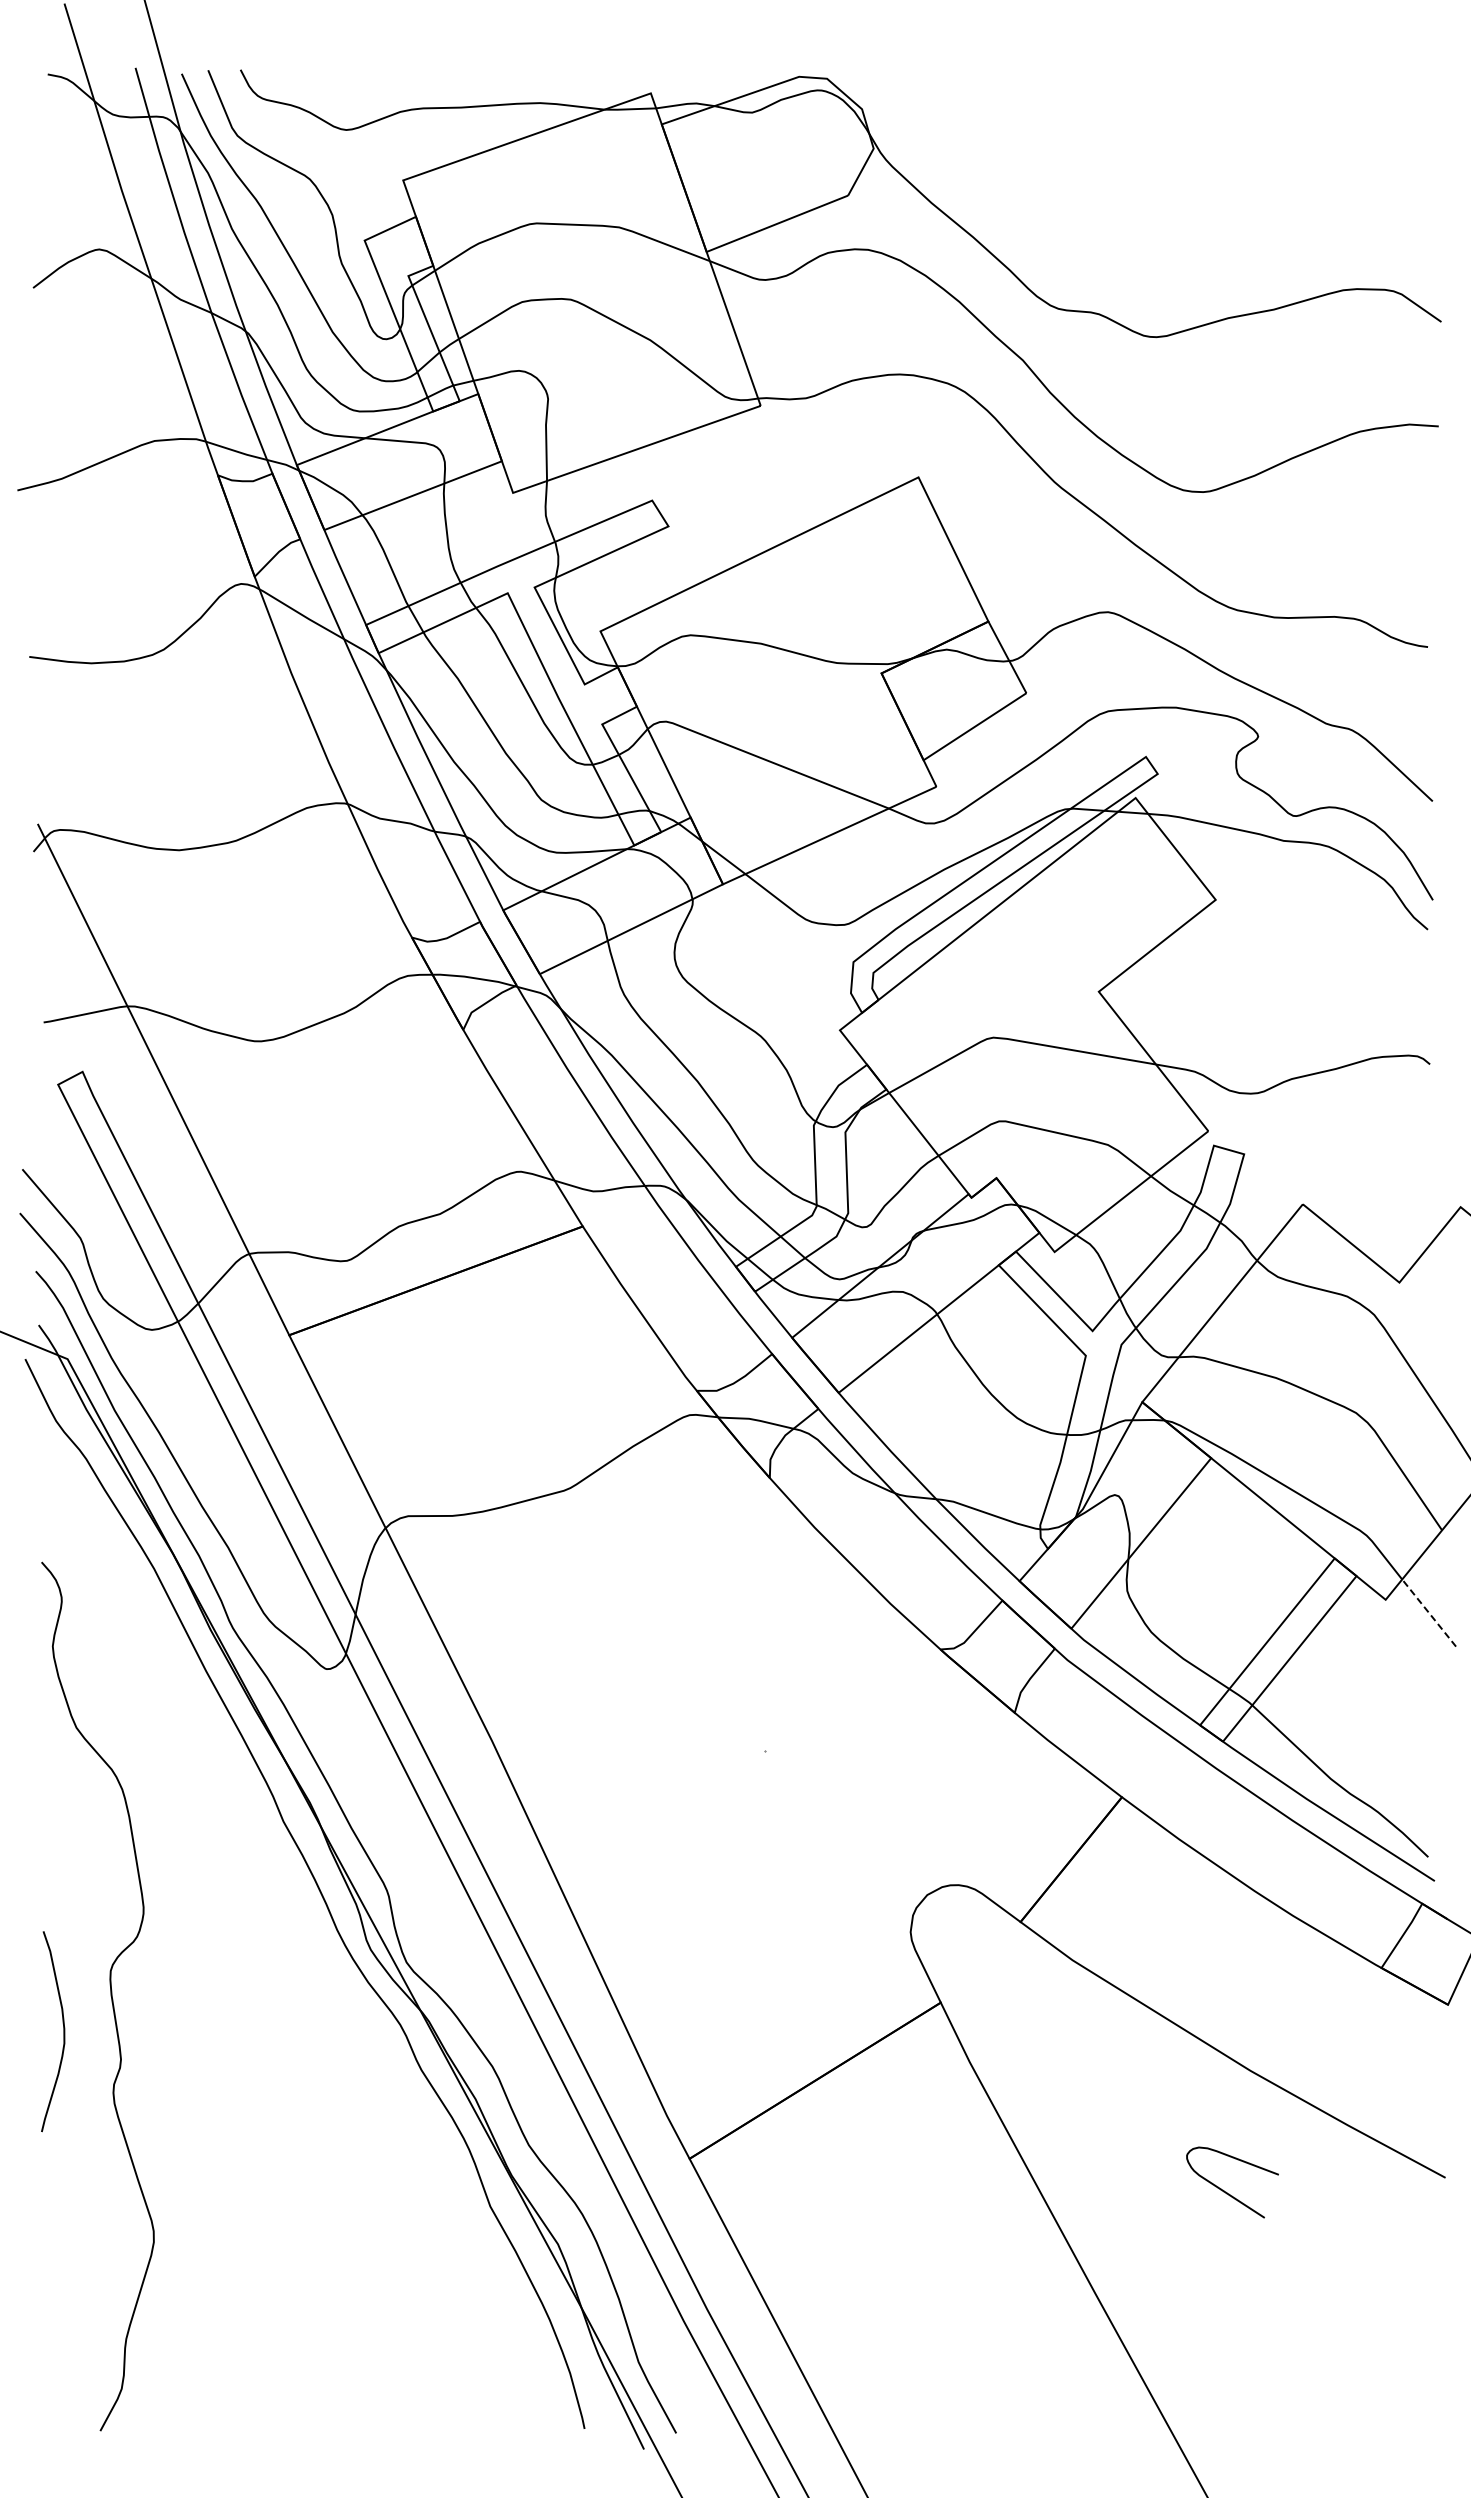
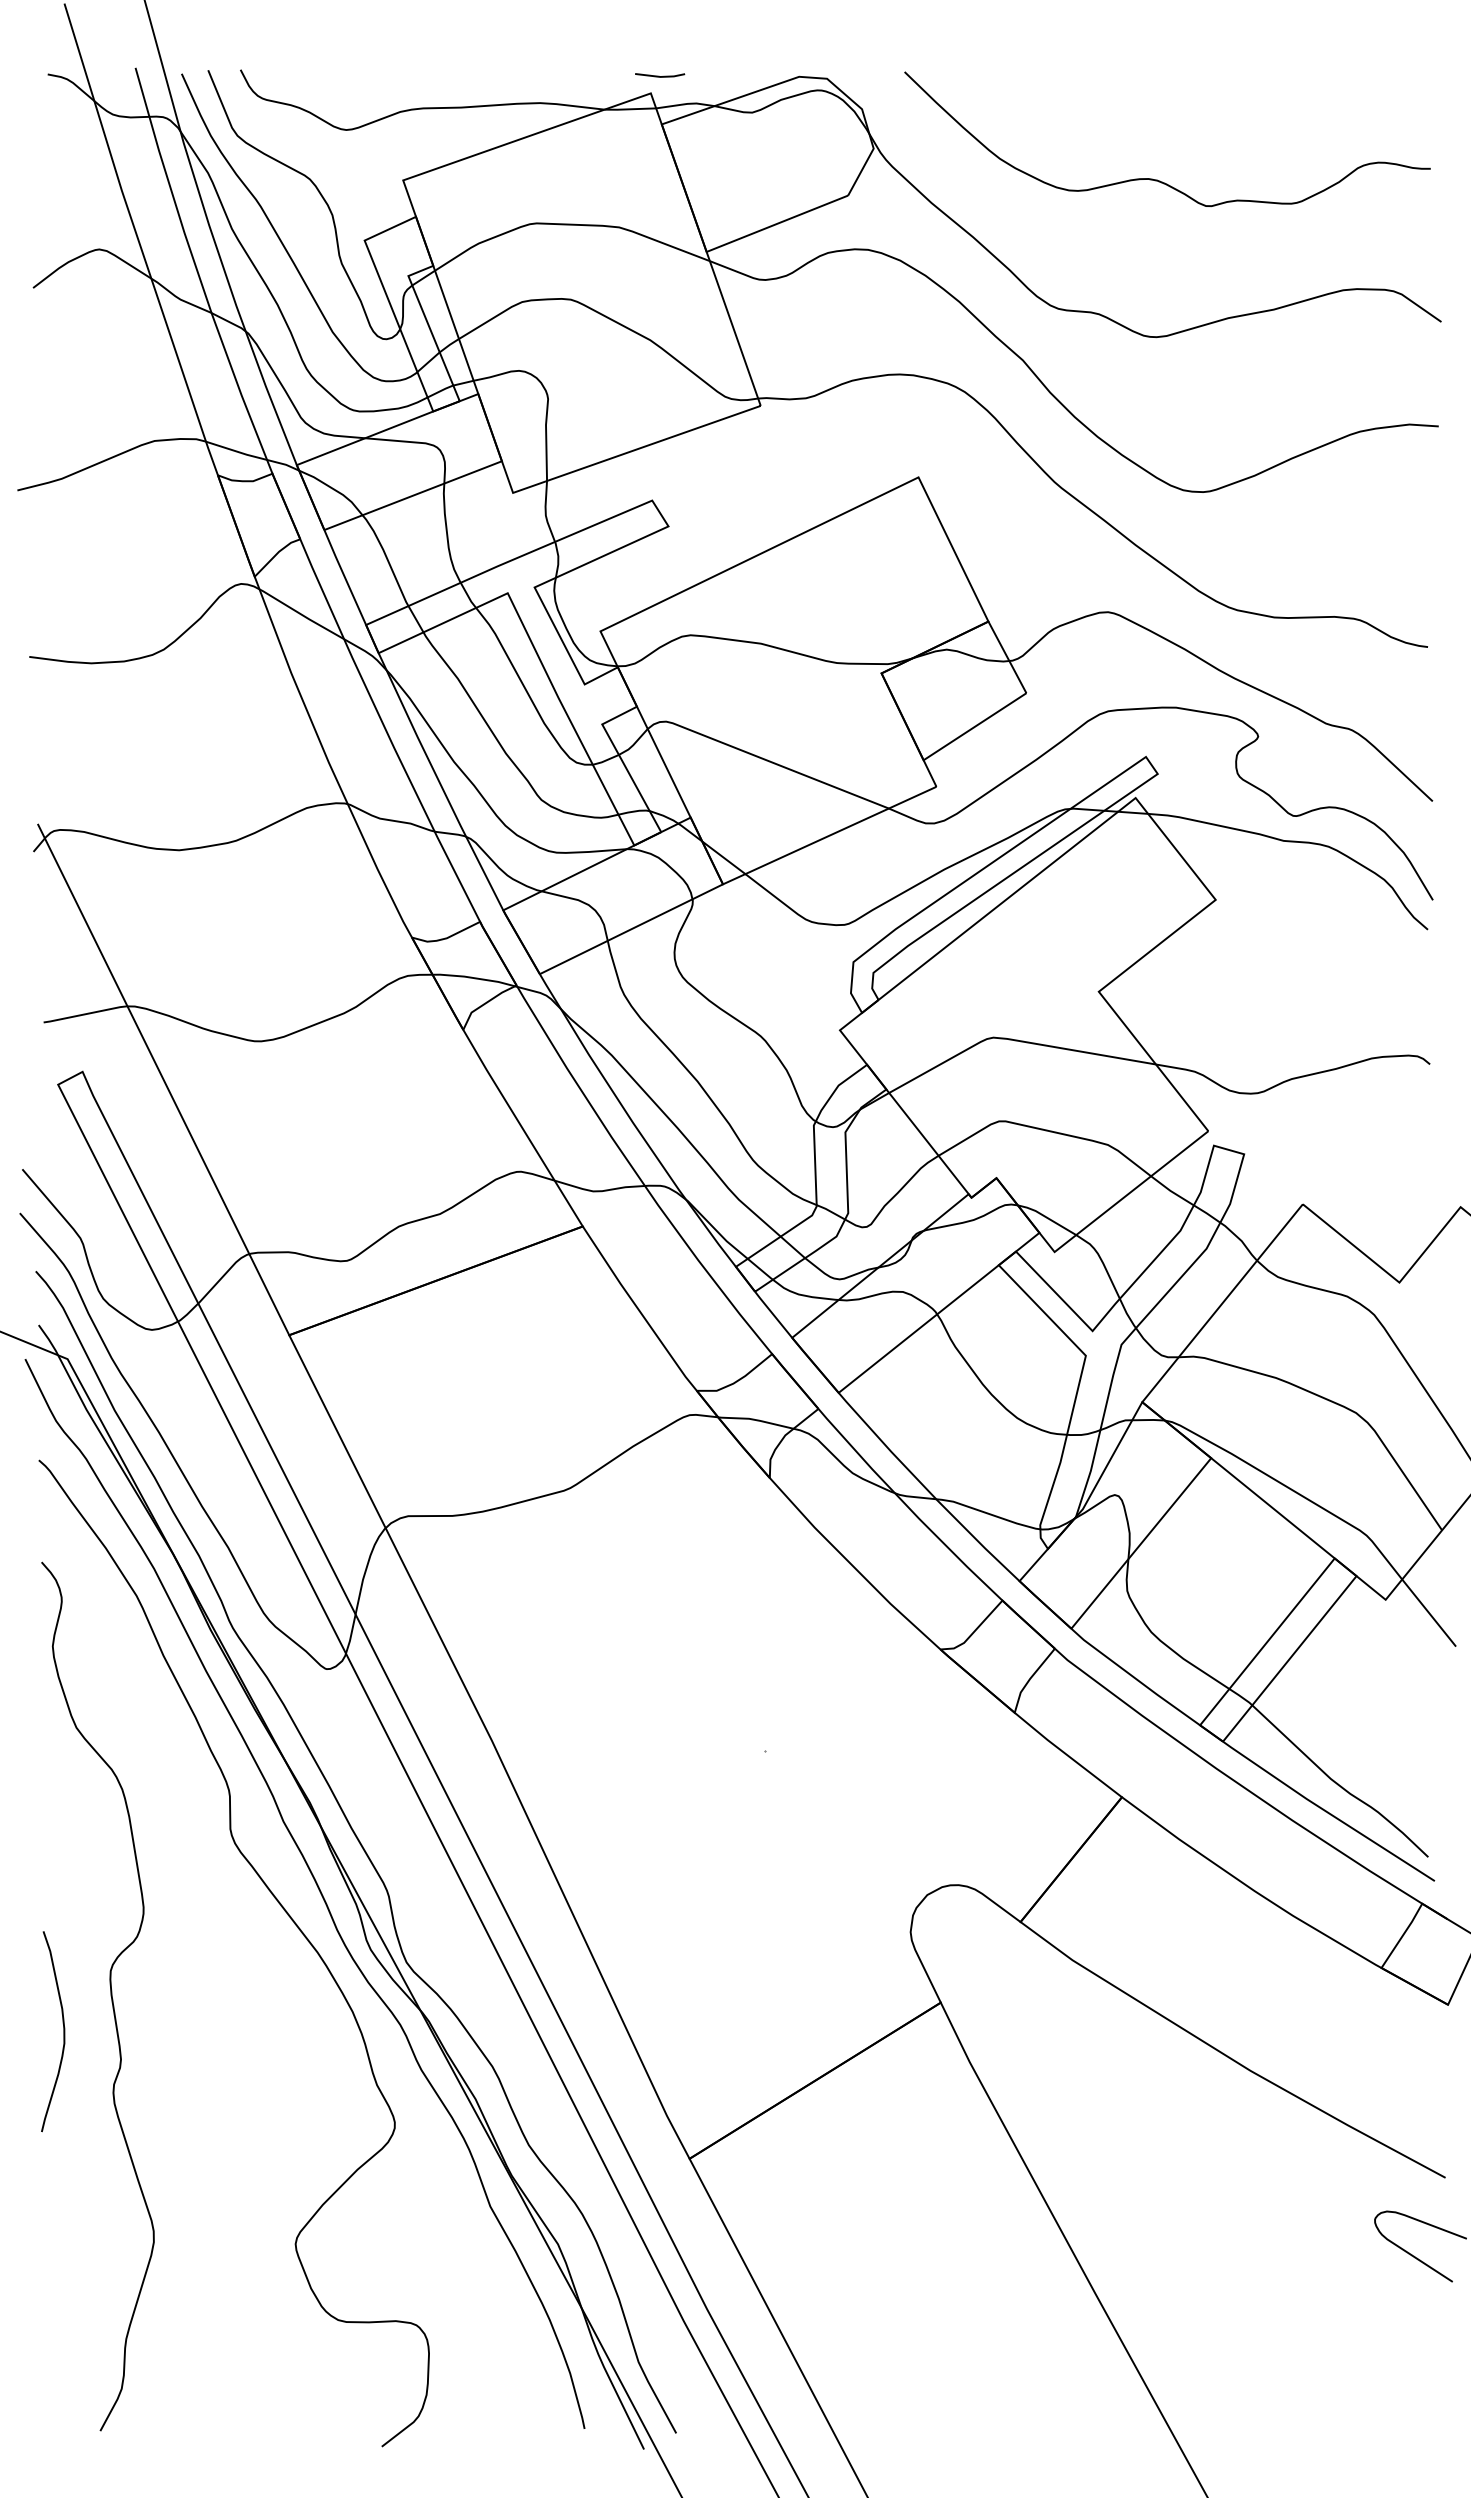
line at (659, 75): none -> present
curve at (1157, 179): none -> present
line at (1428, 1612): dashed -> solid
curve at (287, 1915): none -> present
curve at (1226, 2191) position: (1226, 2191) -> (1414, 2255)
